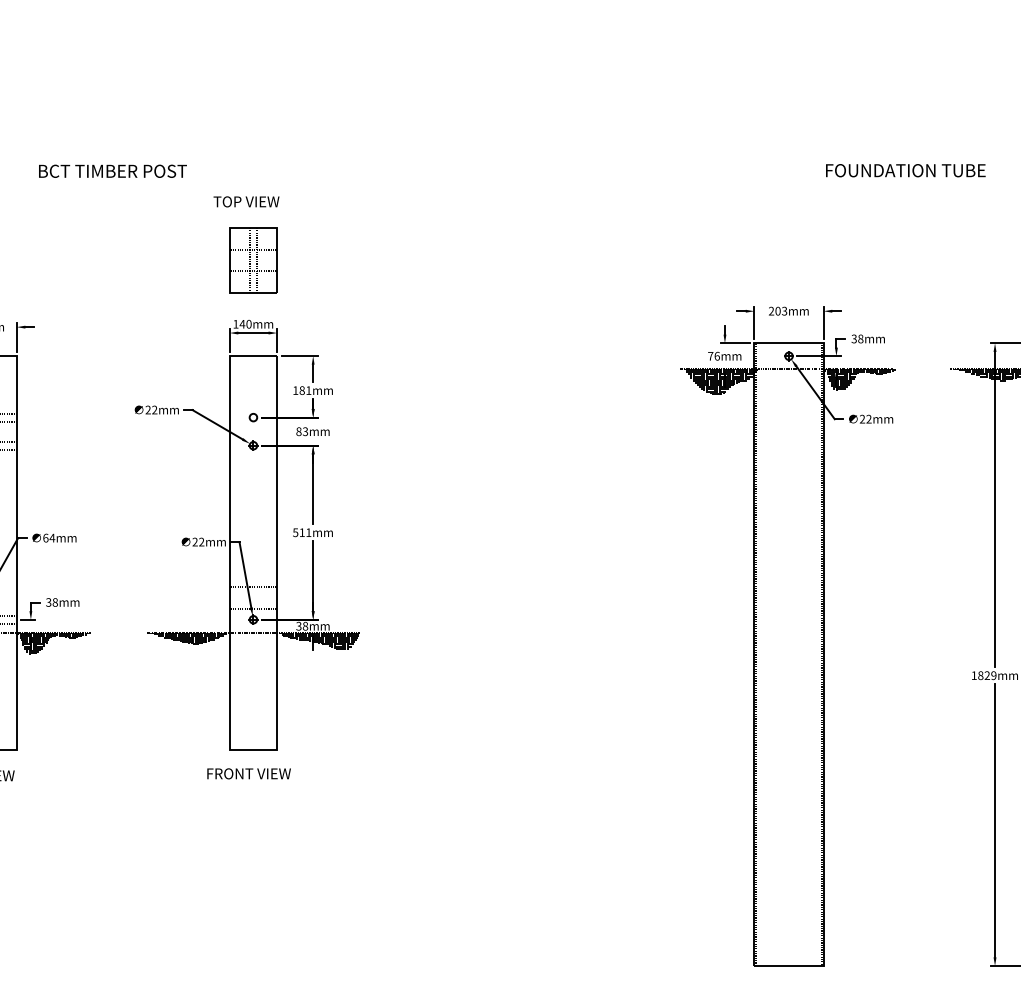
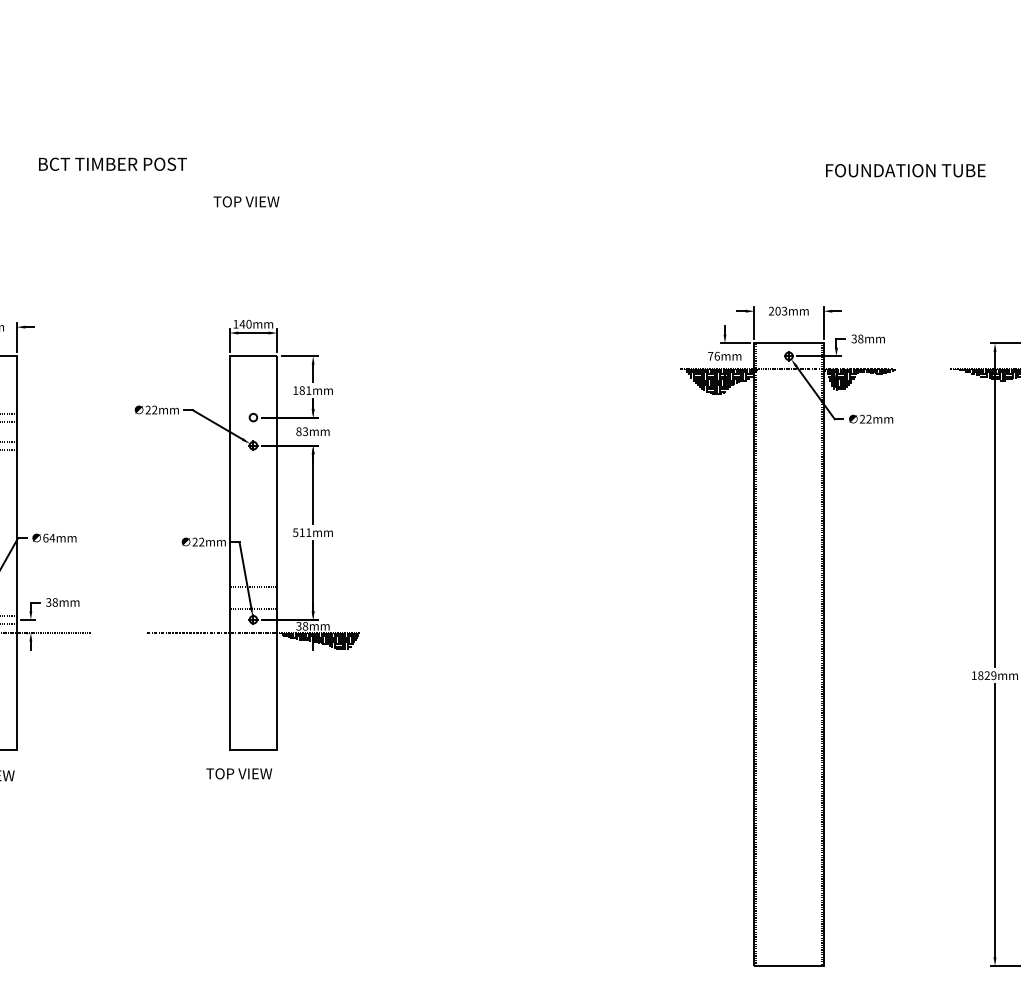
text at (112, 170) position: (112, 170) -> (112, 163)
part at (253, 260): present -> none
hatch at (188, 638): present -> none
hatch at (53, 643): present -> none
text at (248, 773): FRONT VIEW -> TOP VIEW
